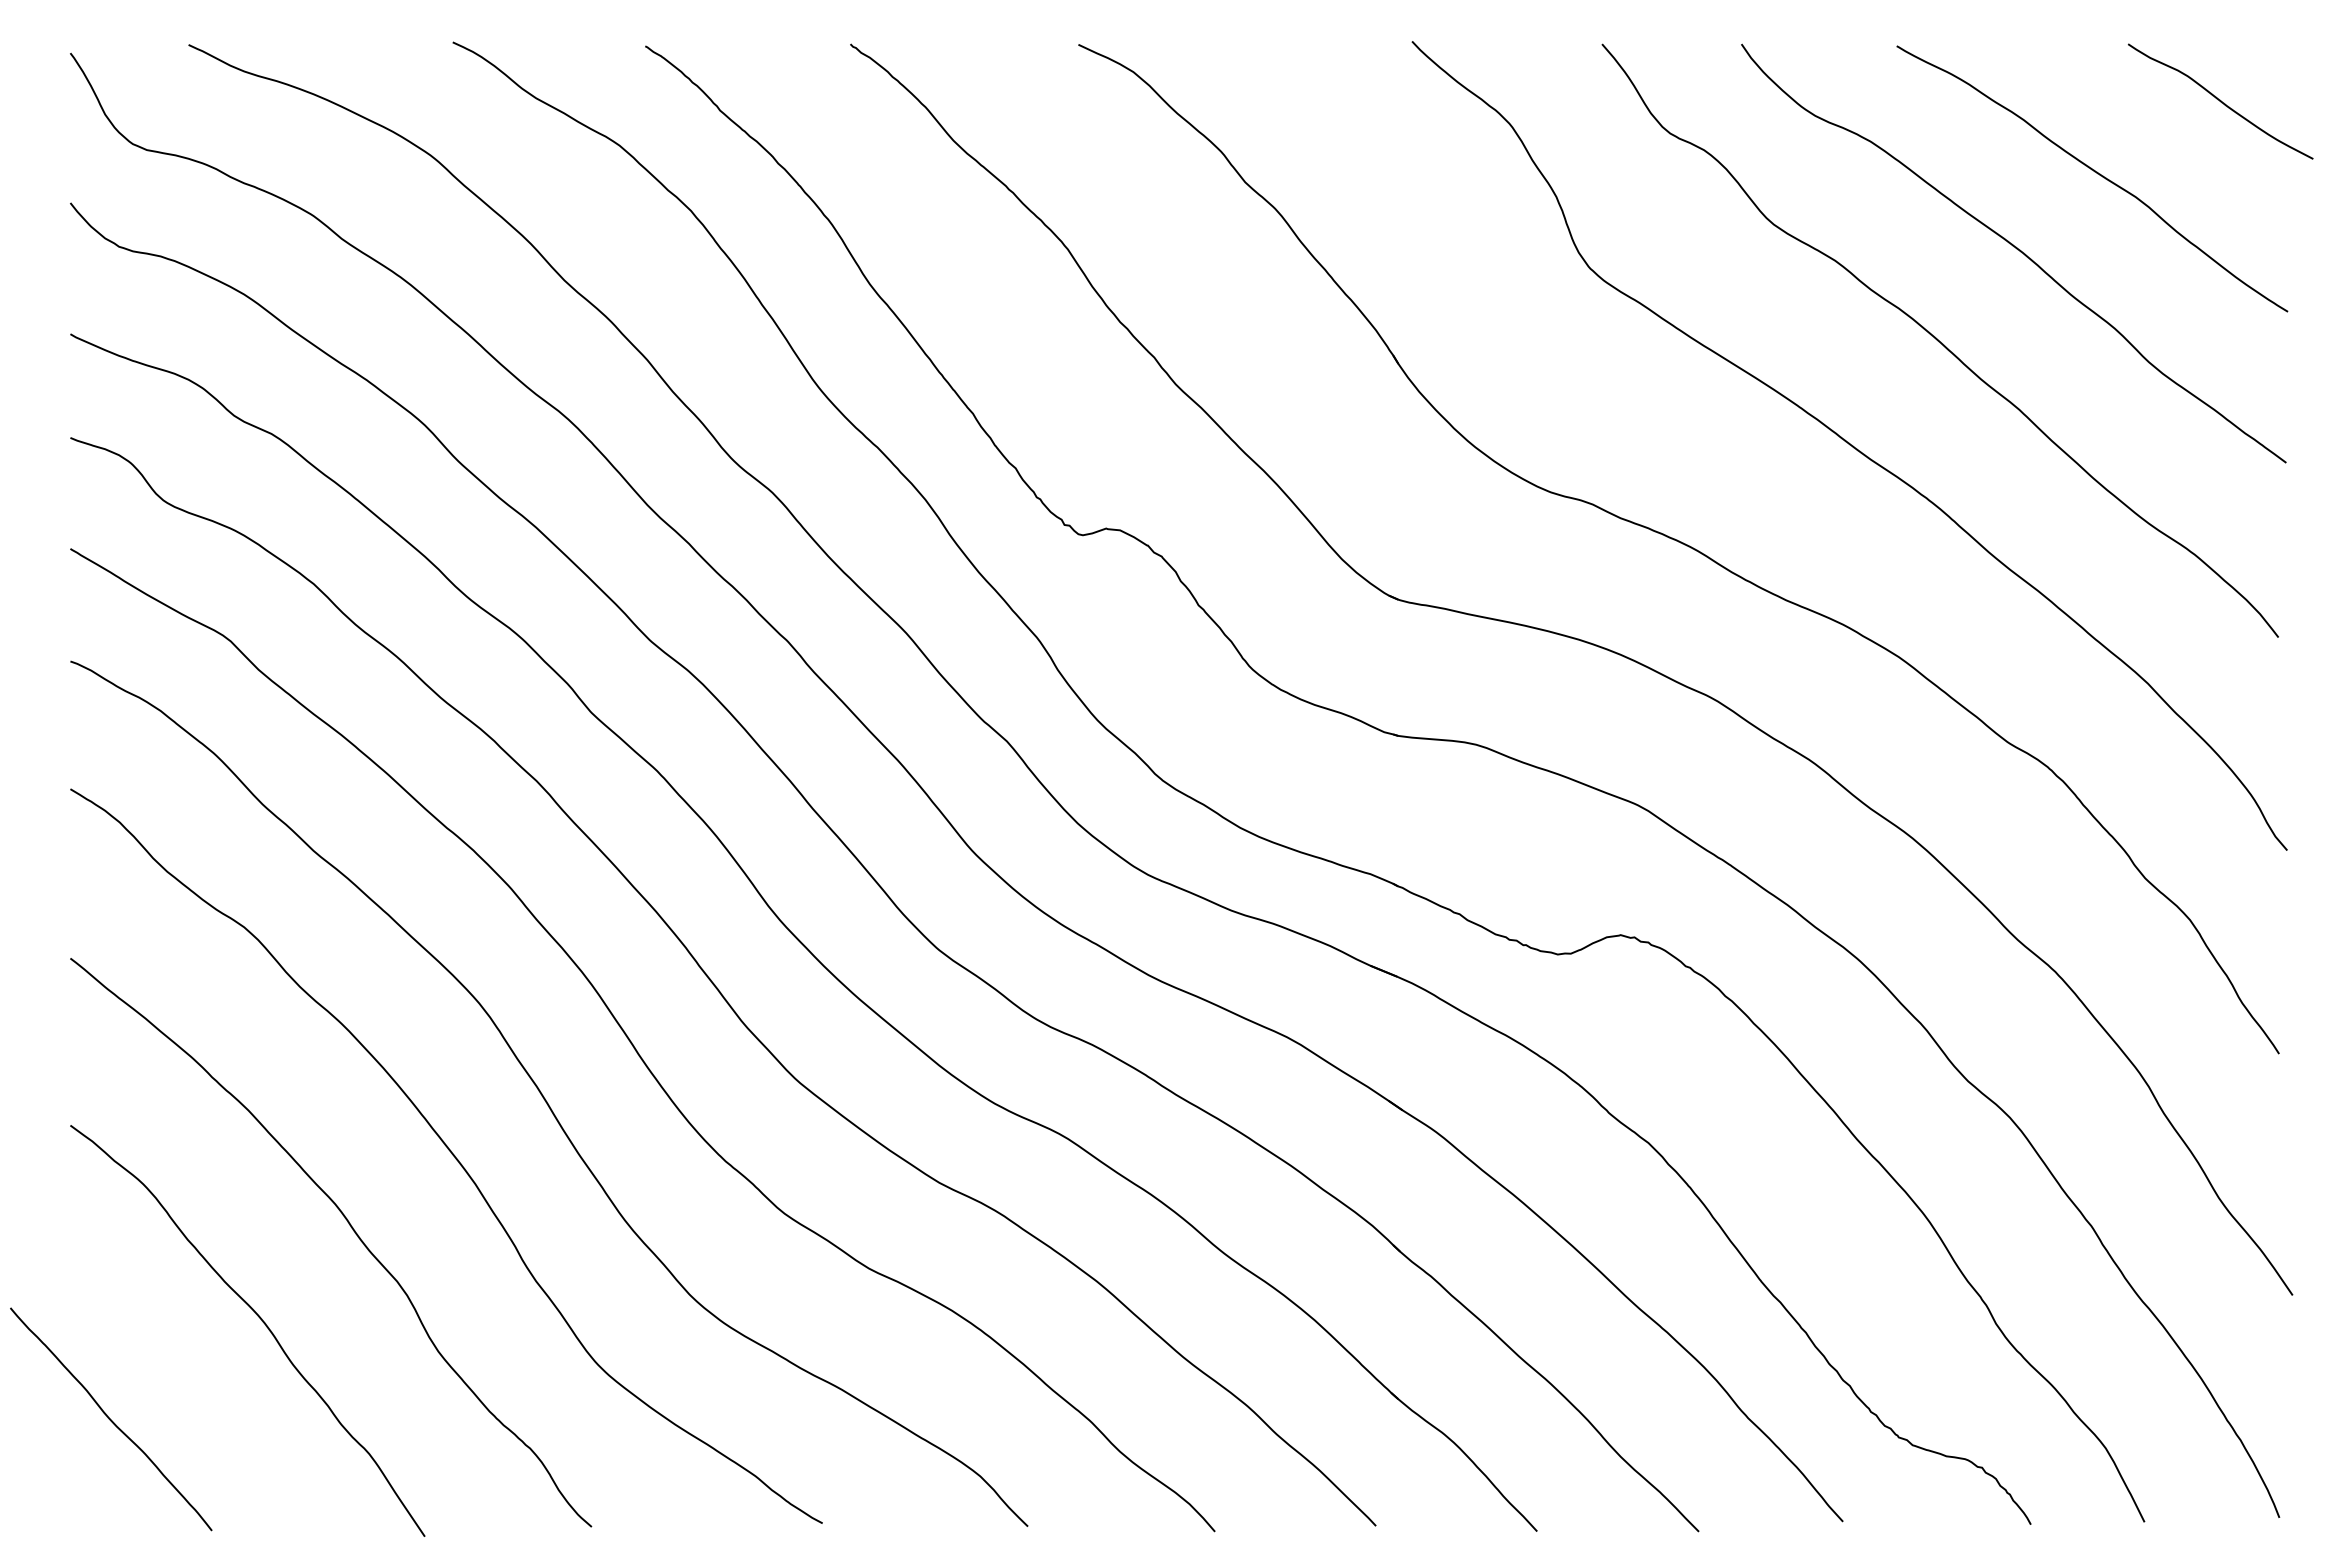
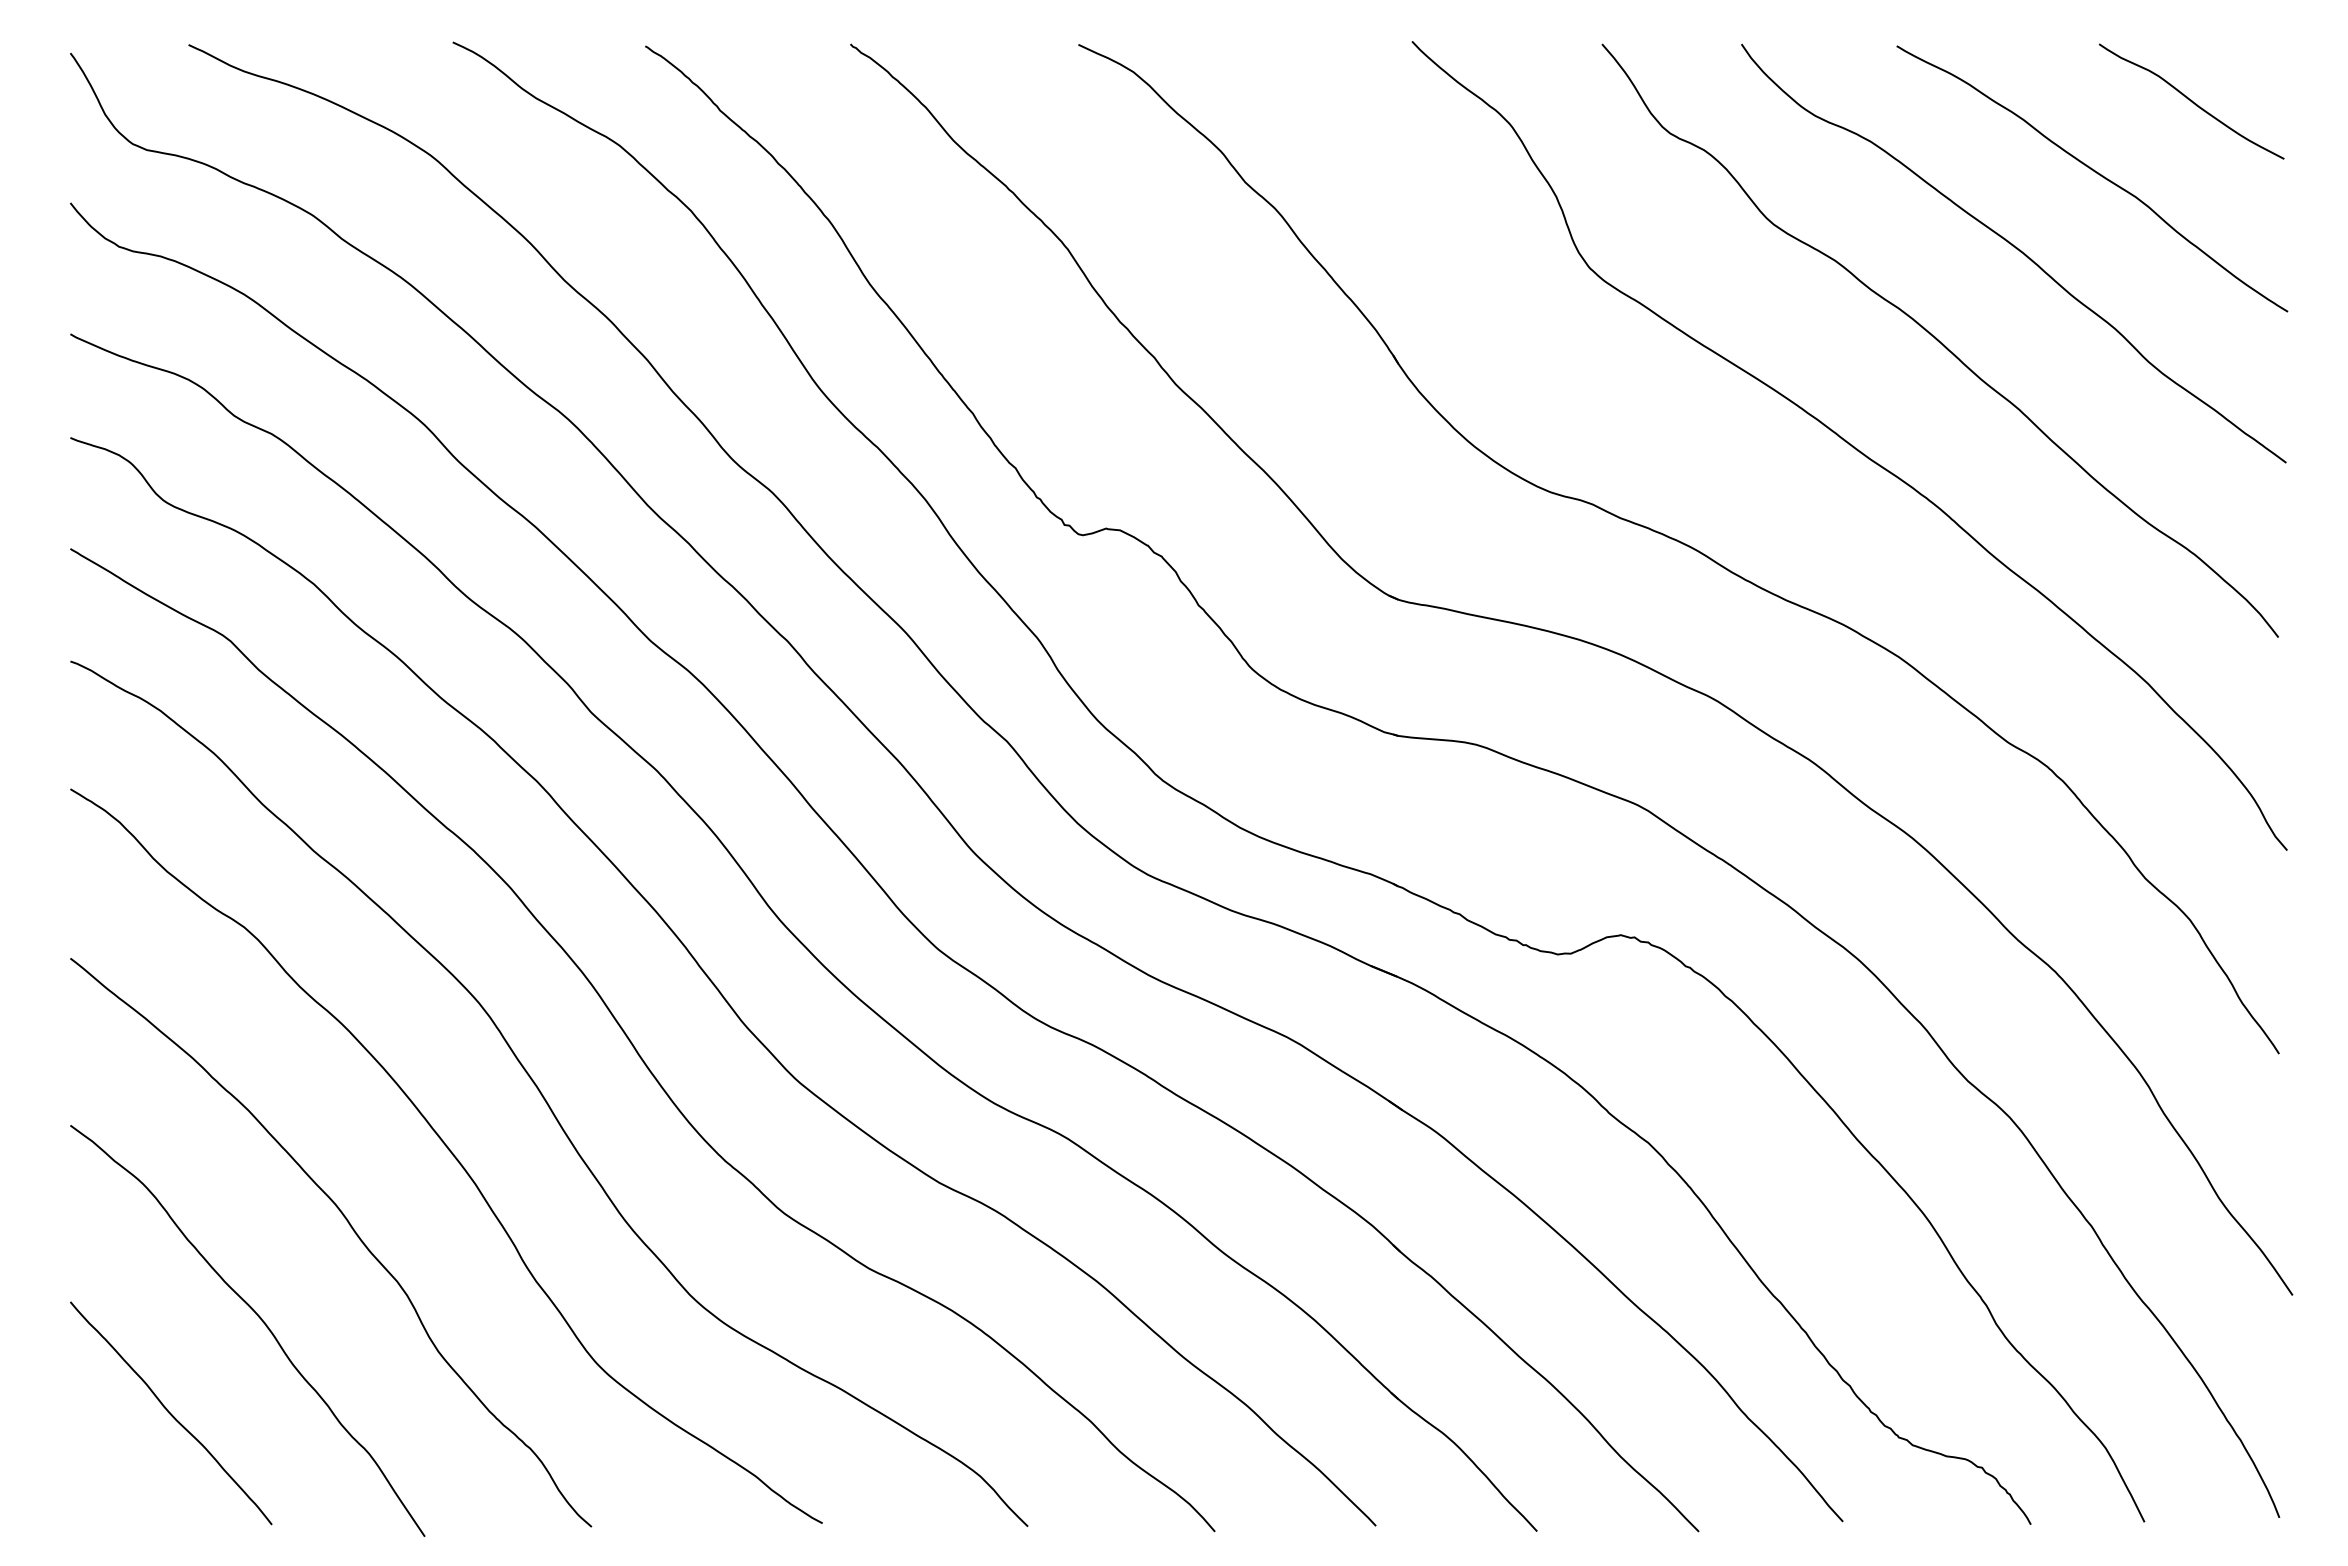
curve at (2220, 101) position: (2220, 101) -> (2191, 101)
curve at (111, 1419) position: (111, 1419) -> (171, 1413)
